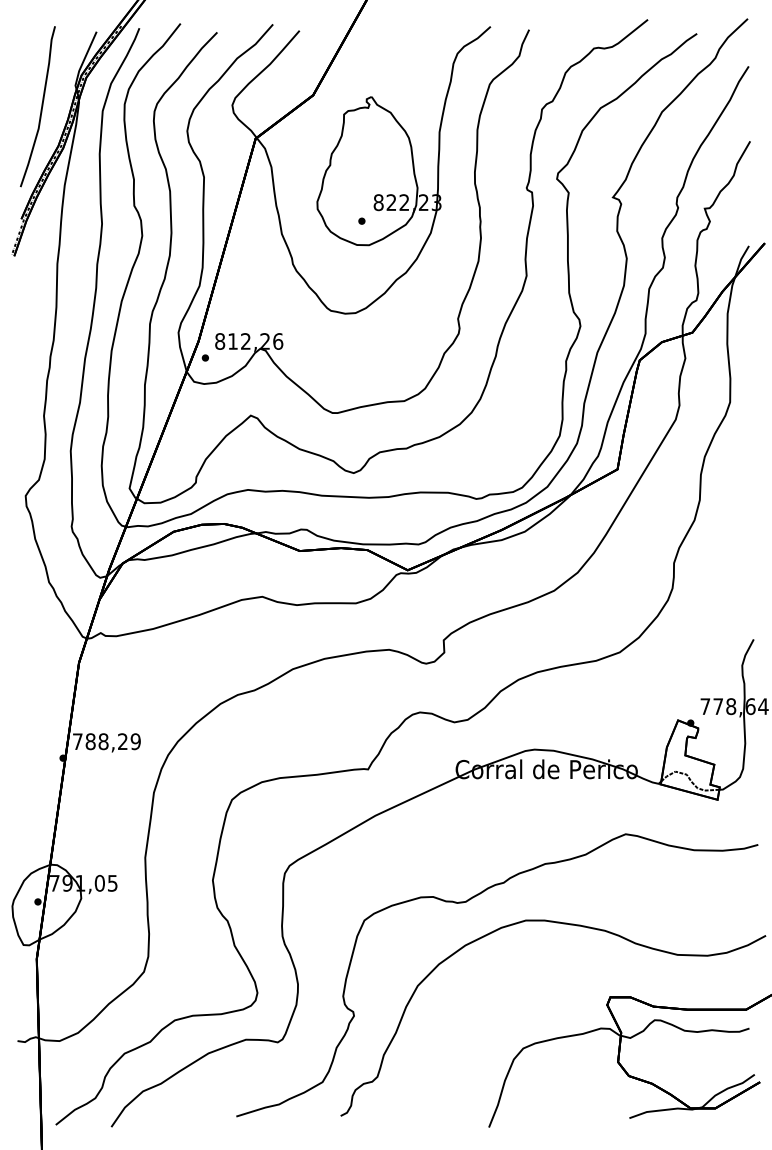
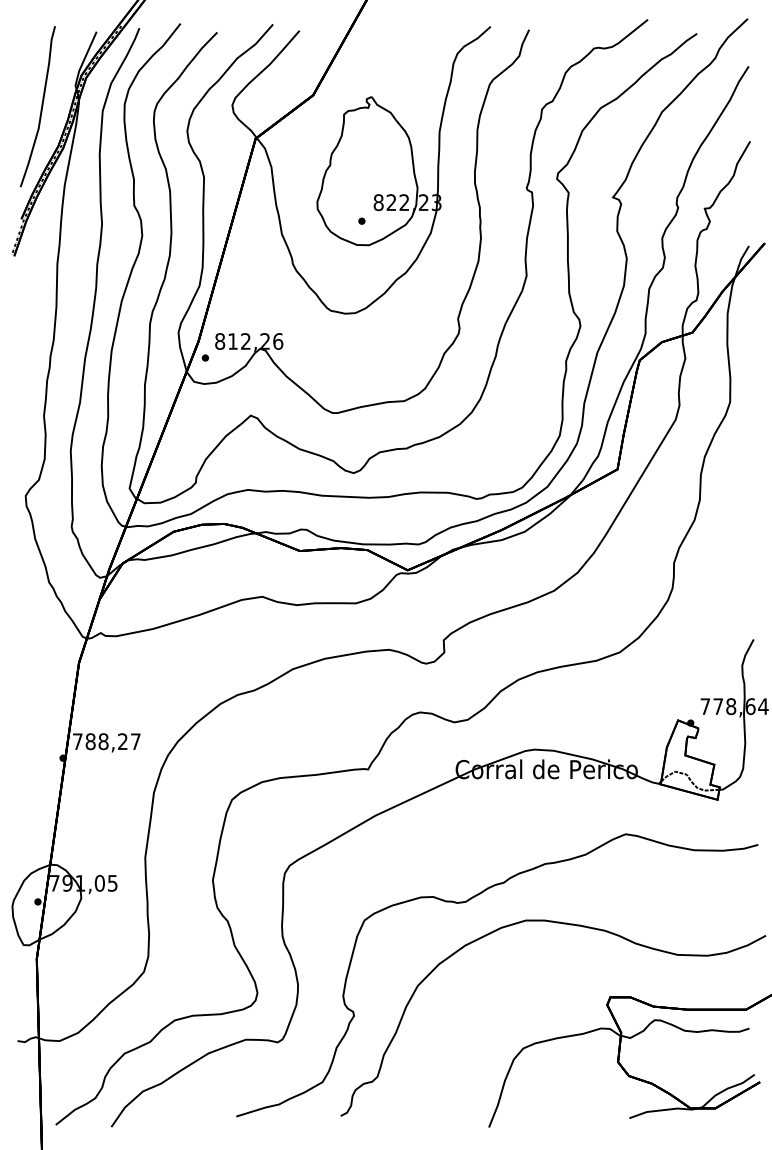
text at (135, 741): 788,29 -> 788,27
